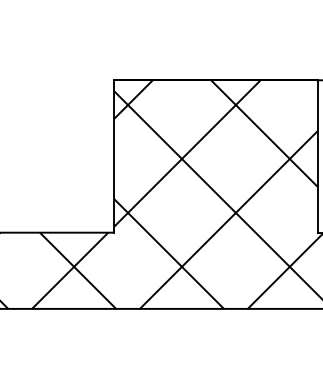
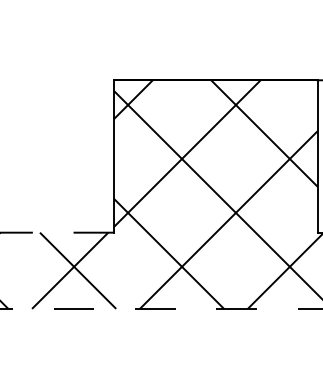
line at (104, 308): solid -> dashed
